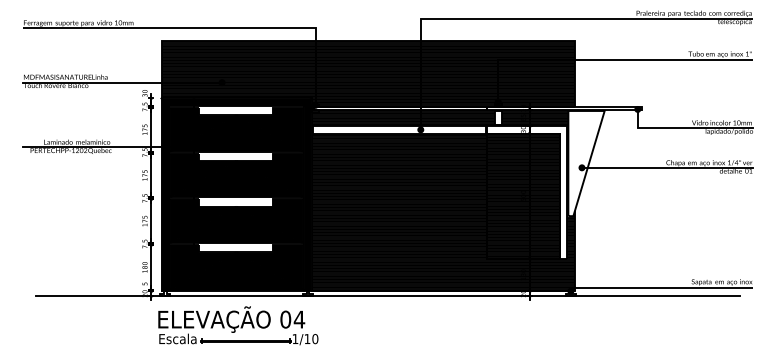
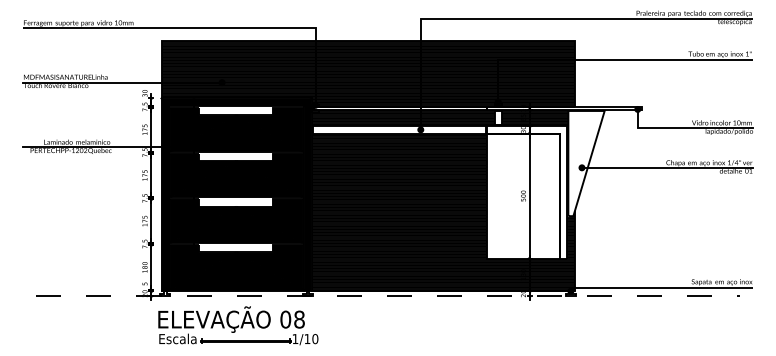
hatch at (523, 196): present -> none
line at (388, 296): solid -> dashed
text at (299, 319): 04 -> 08
